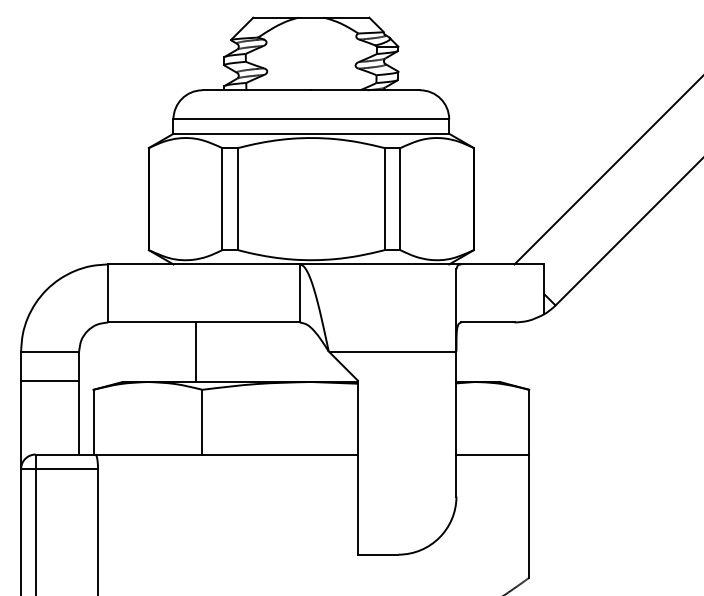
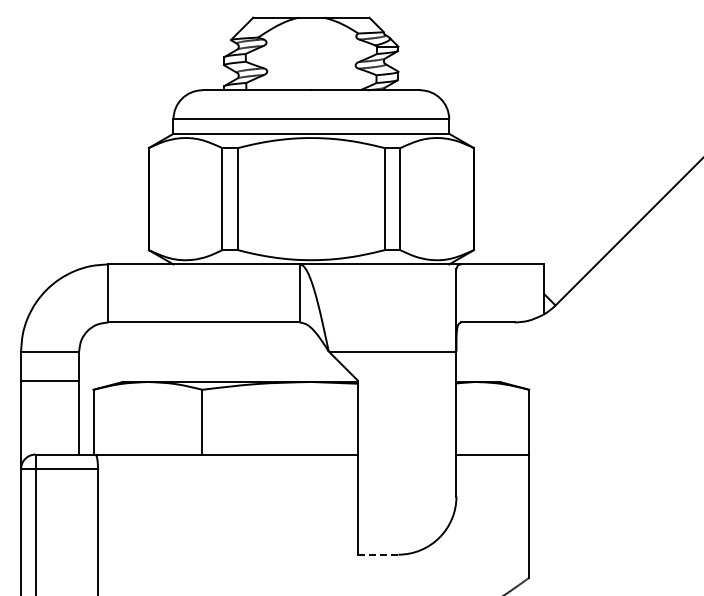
line at (607, 171): present -> none
line at (195, 351): present -> none
line at (378, 554): solid -> dashed
